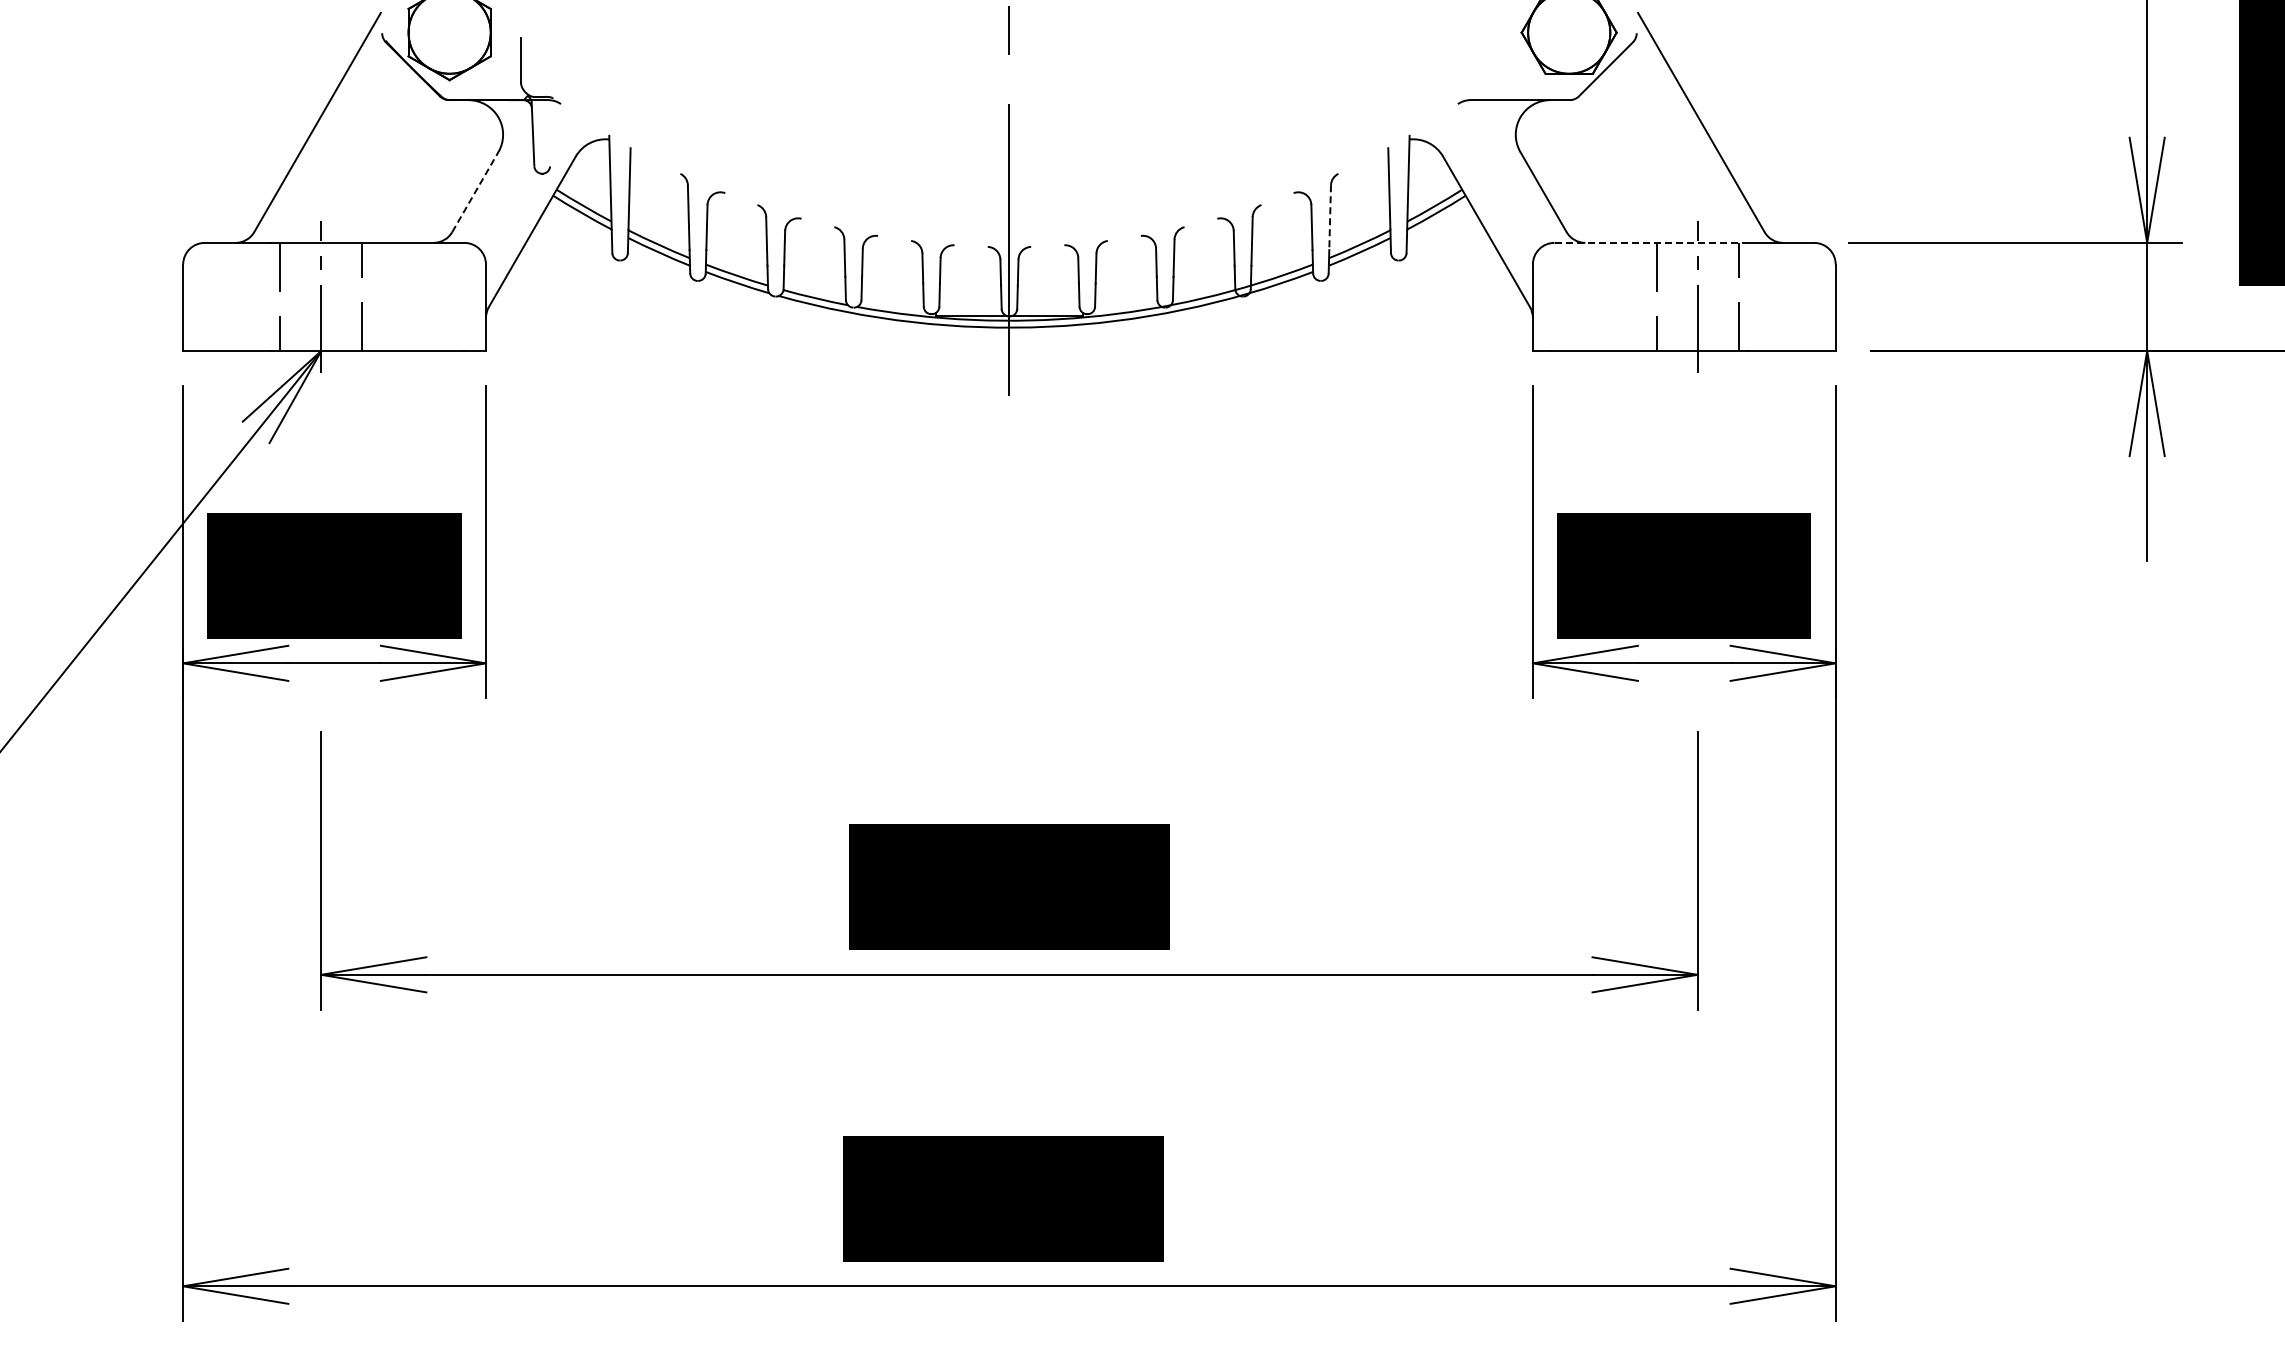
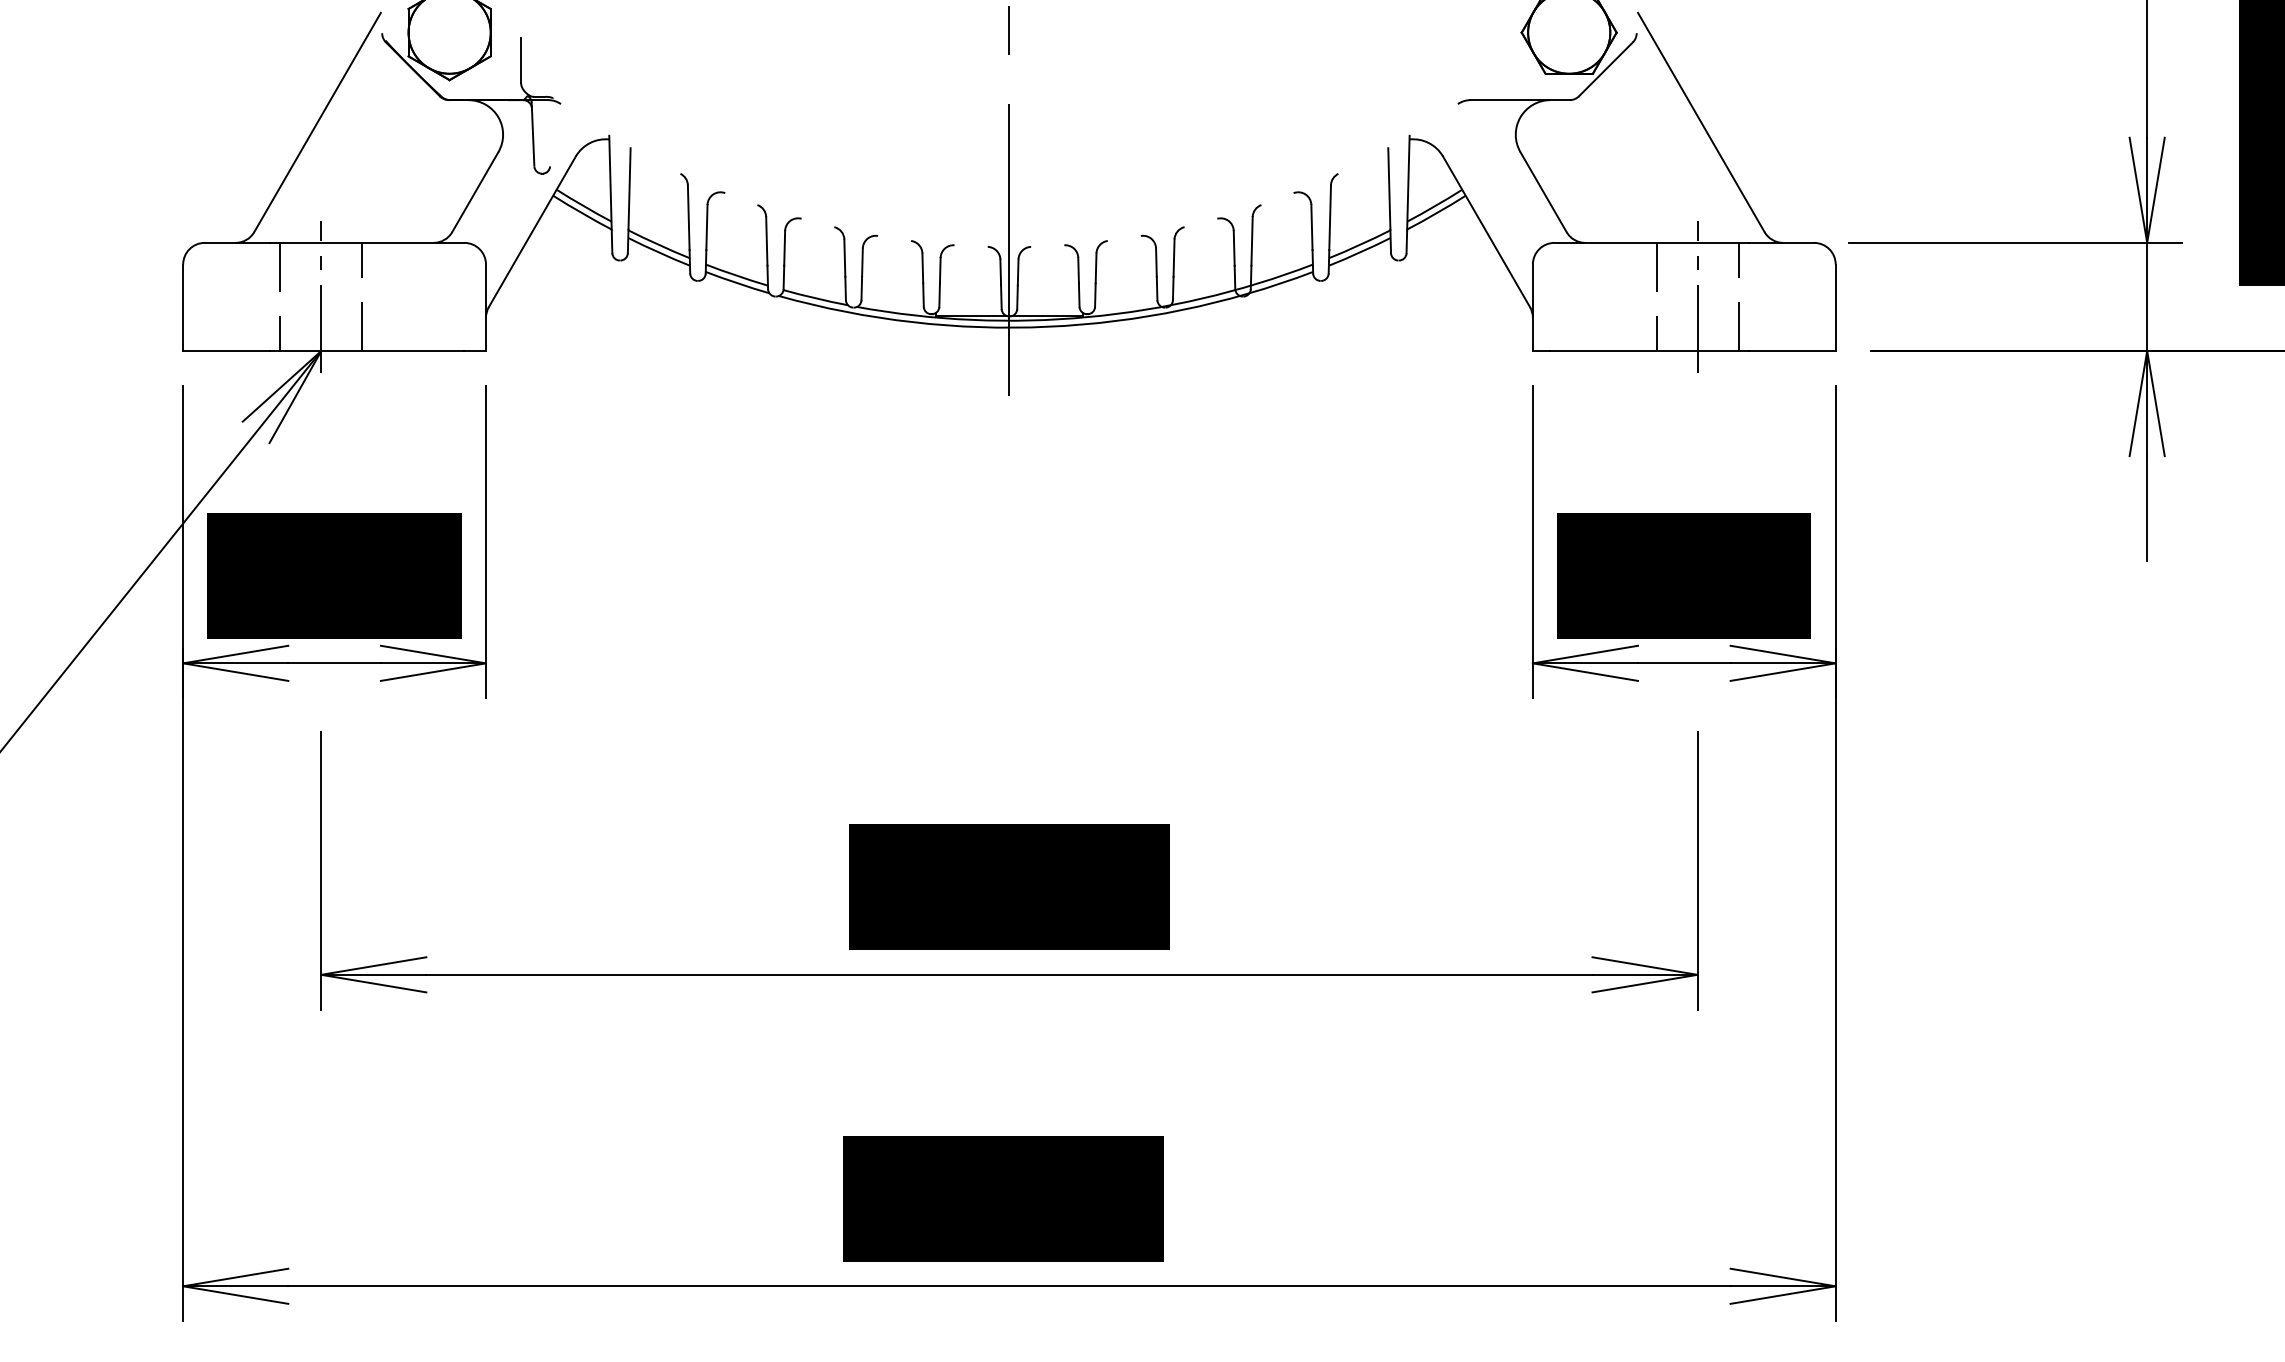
line at (475, 191): dashed -> solid
line at (1330, 218): dashed -> solid
line at (1652, 242): dashed -> solid
